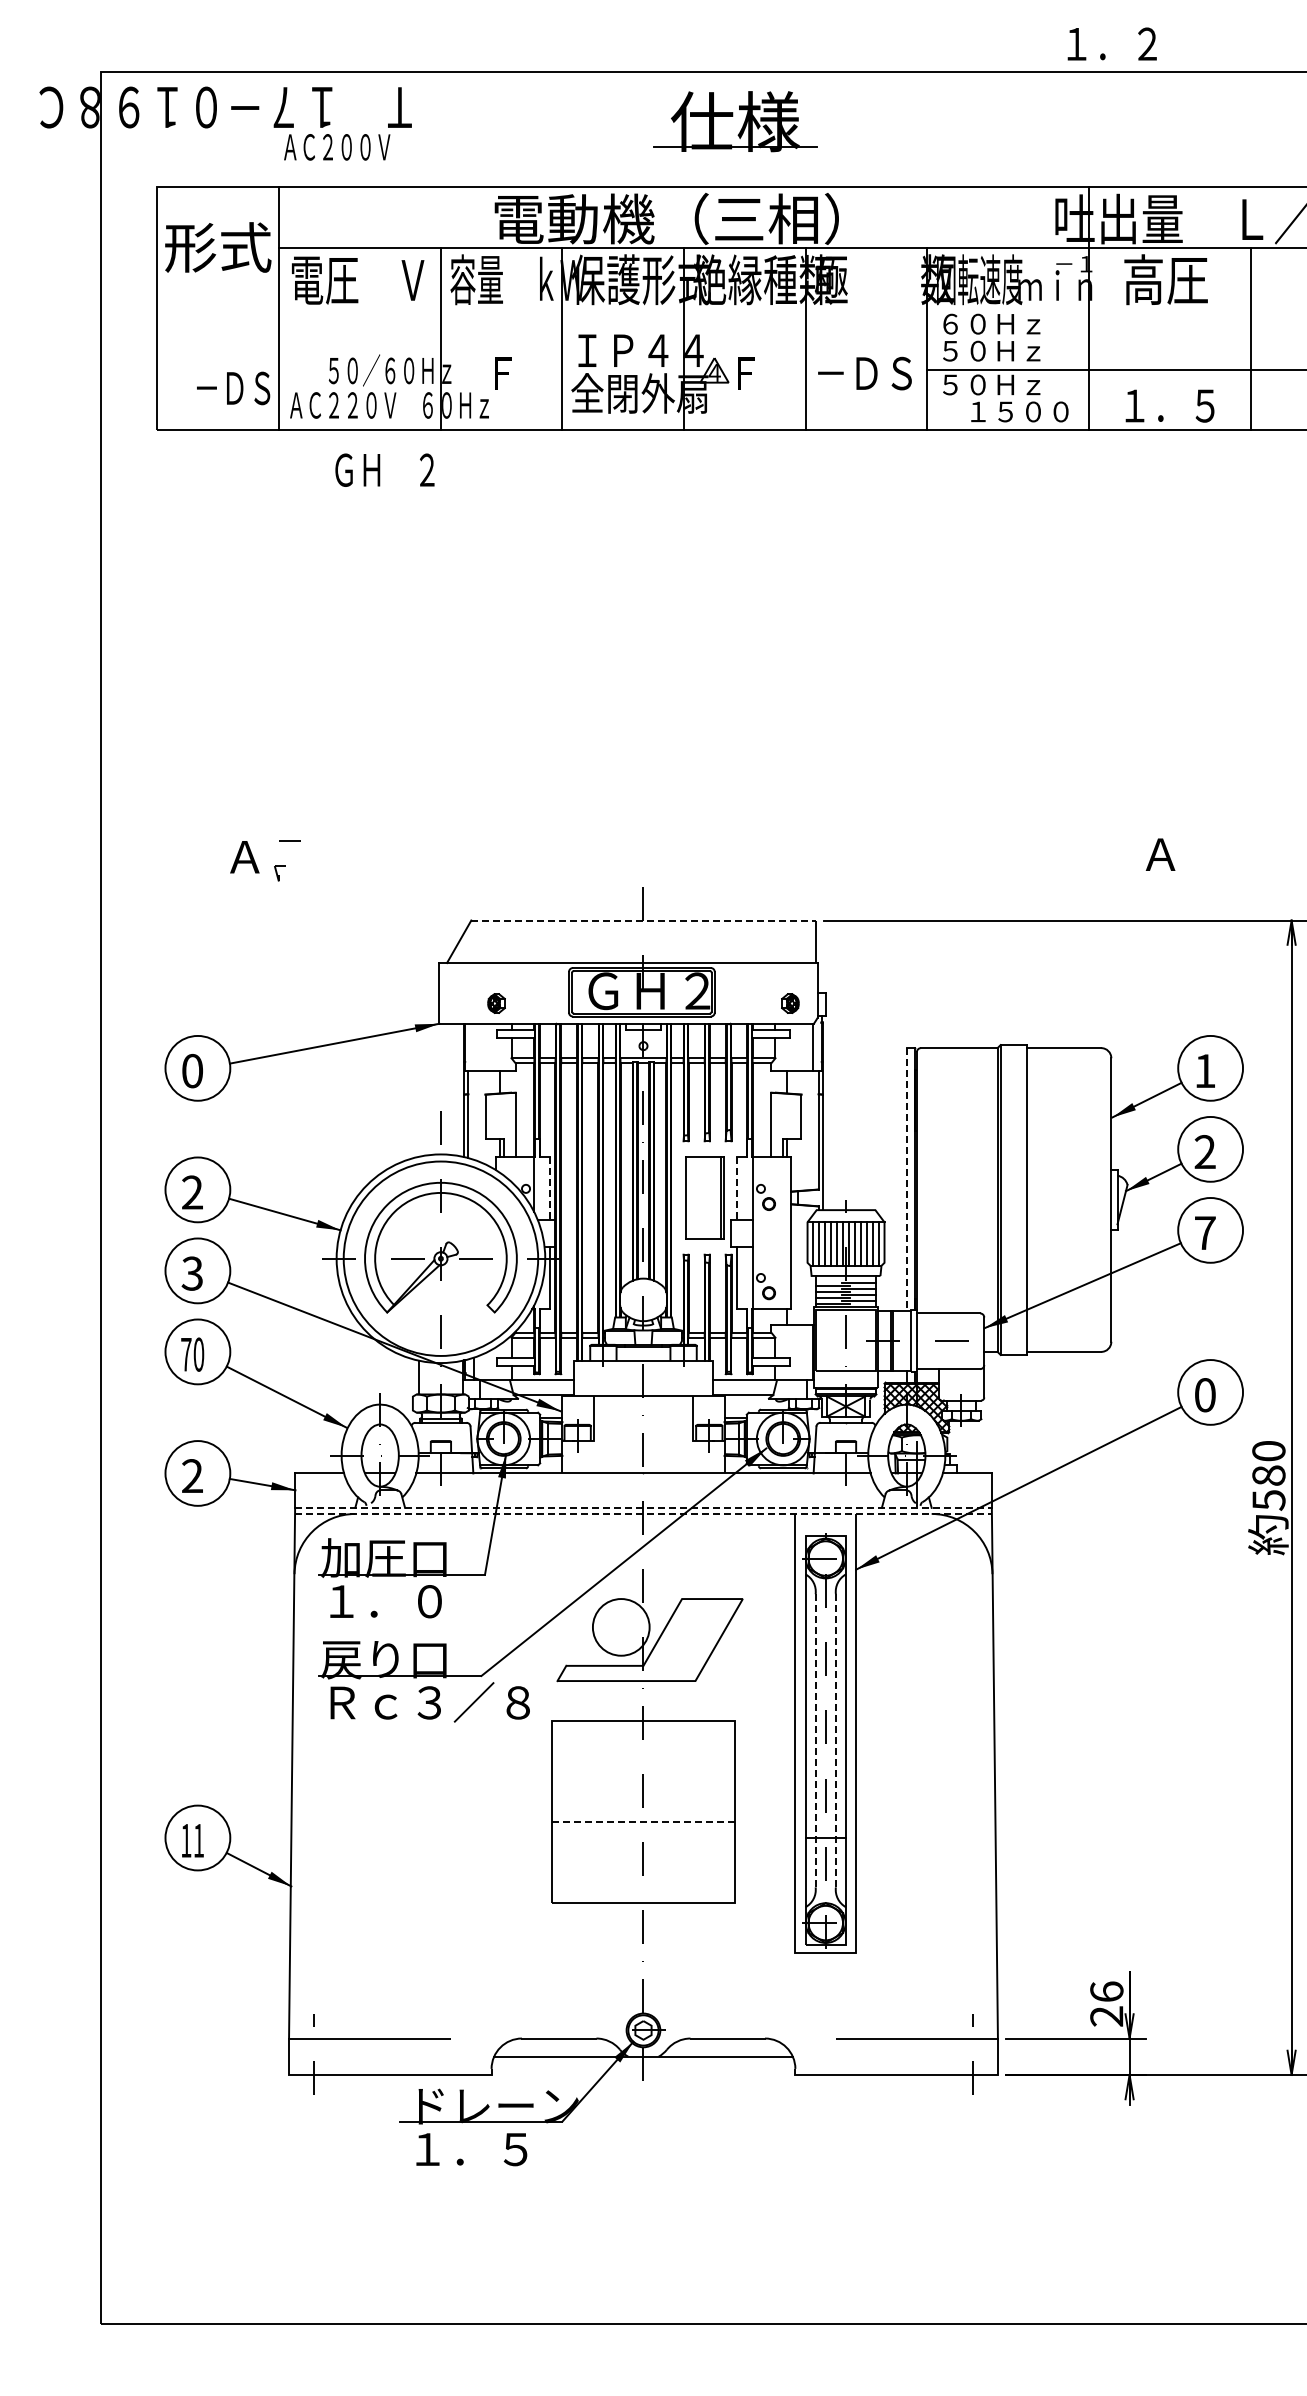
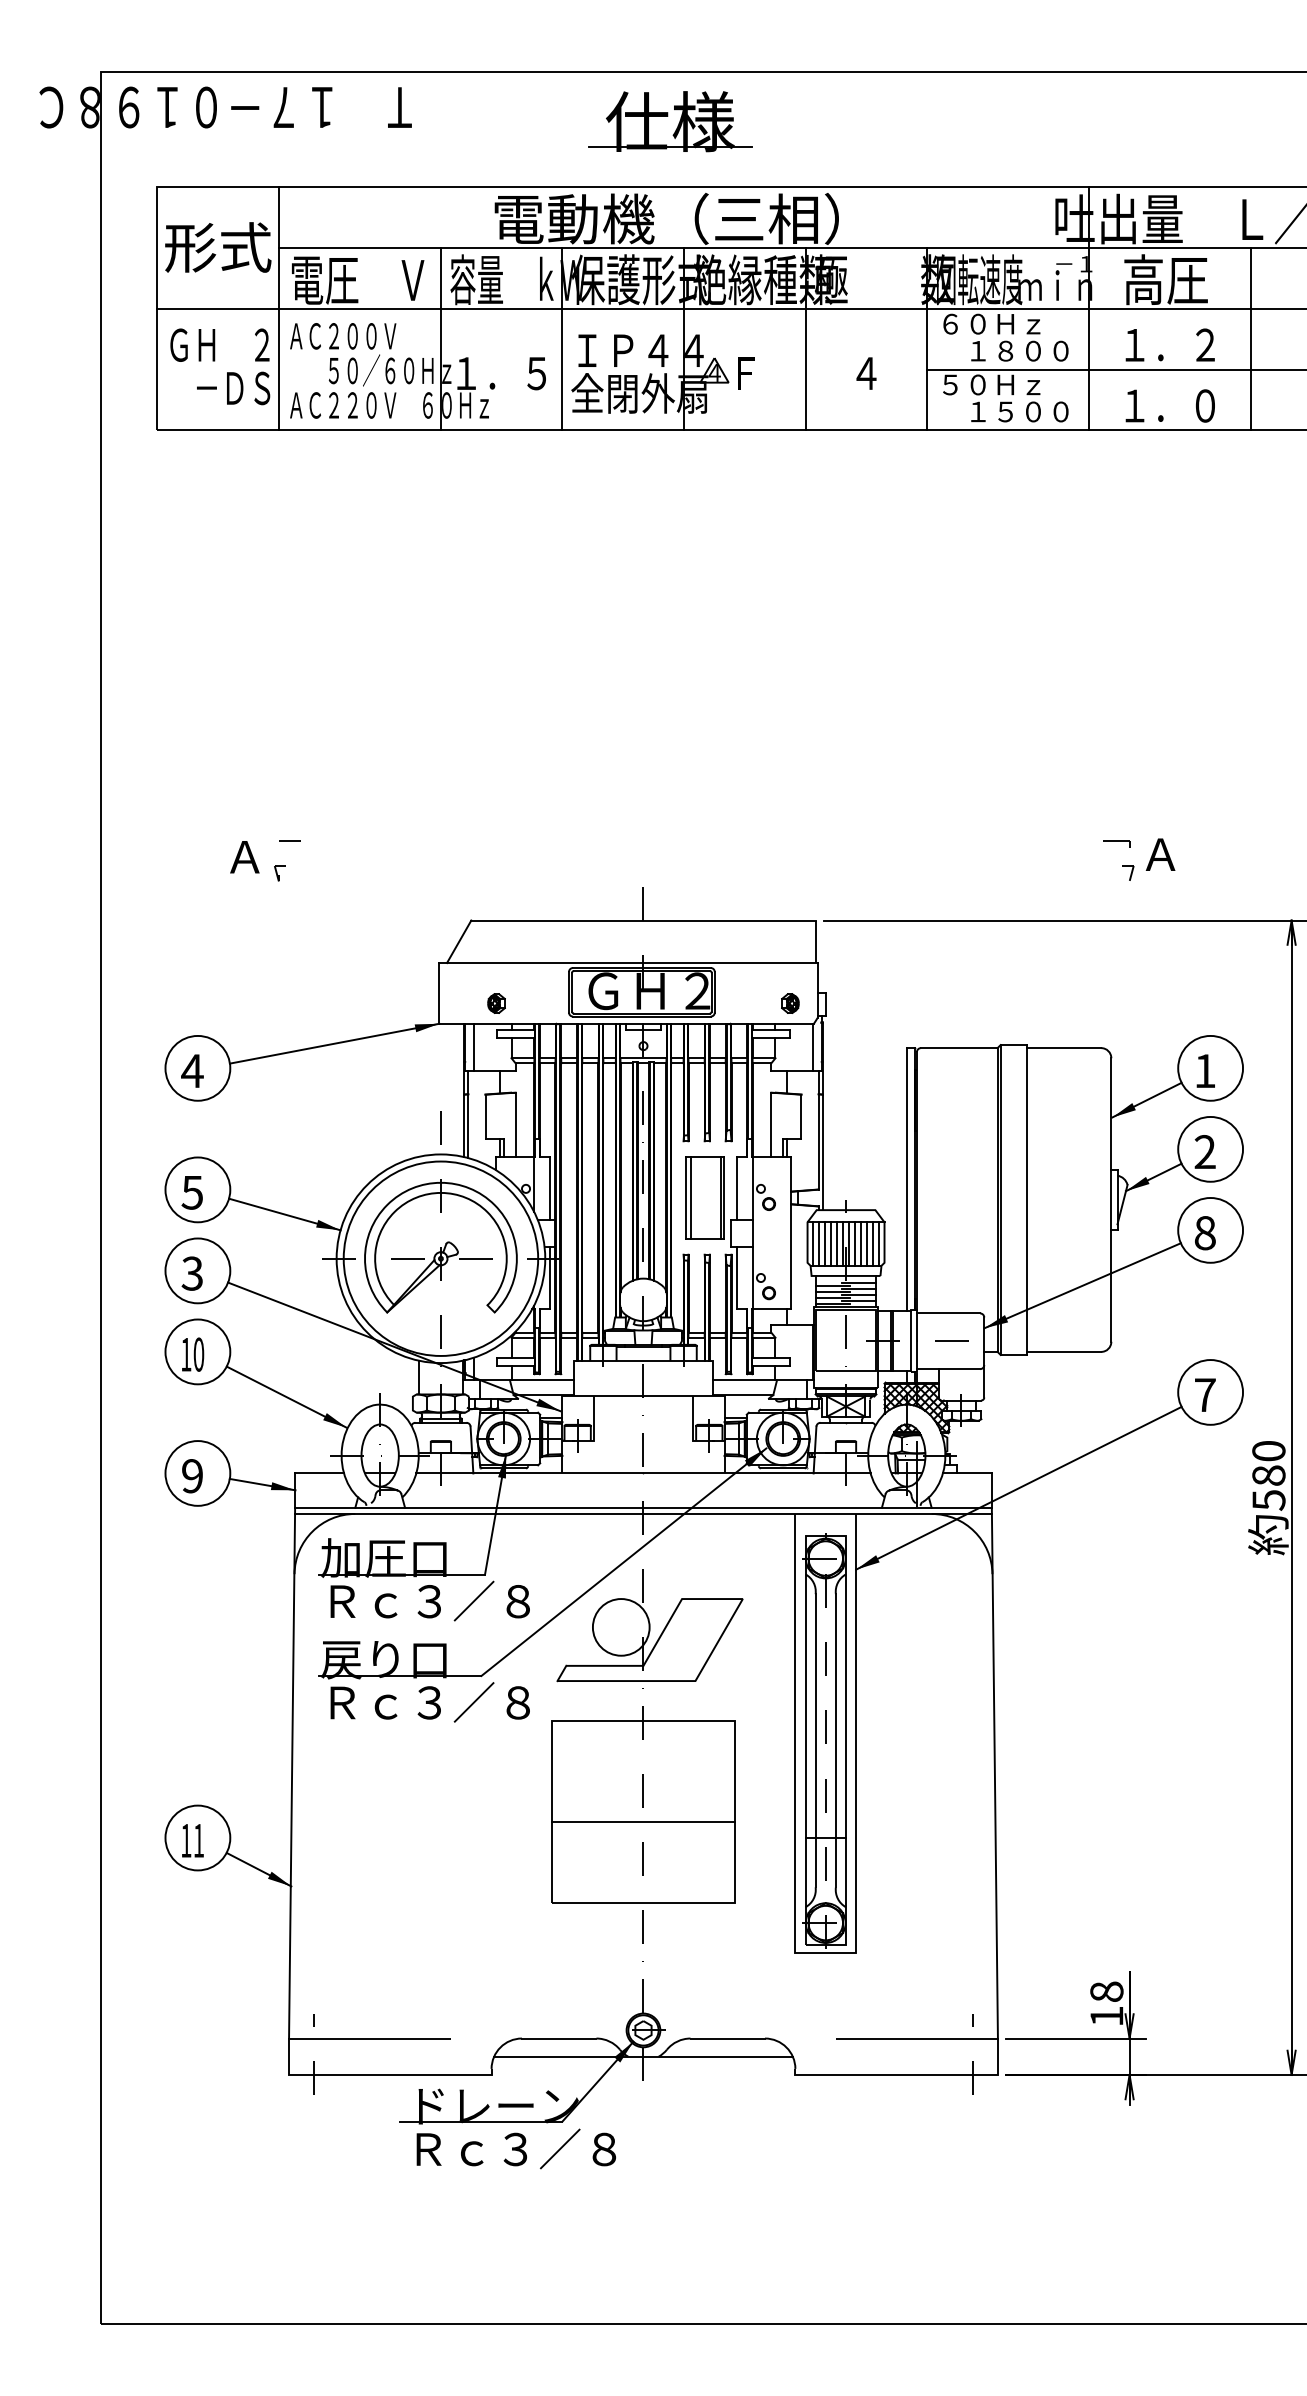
text at (1111, 43) position: (1111, 43) -> (1169, 344)
part at (735, 121) position: (735, 121) -> (670, 121)
text at (337, 147) position: (337, 147) -> (343, 336)
line at (730, 308): none -> present
text at (1005, 350): ５０Ｈｚ -> １８００
text at (501, 373): Ｆ -> １．５
text at (864, 373): －ＤＳ -> ４
text at (1204, 405): １．５ -> １．０
text at (384, 469) position: (384, 469) -> (219, 344)
line at (1122, 865): none -> present
line at (643, 920): dashed -> solid
line at (474, 1047): none -> present
text at (192, 1070): 0 -> 4
line at (906, 1179): dashed -> solid
line at (550, 1189): dashed -> solid
line at (736, 1189): dashed -> solid
text at (191, 1192): 2 -> 5
line at (690, 1197): none -> present
text at (1204, 1233): 7 -> 8
text at (186, 1354): 70 -> 10
text at (1205, 1395): 0 -> 7
text at (192, 1476): 2 -> 9
line at (643, 1507): dashed -> solid
line at (643, 1513): dashed -> solid
text at (429, 1600): １．０ -> Ｒｃ３／８
line at (815, 1740): dashed -> solid
line at (835, 1740): dashed -> solid
line at (642, 1821): dashed -> solid
text at (1106, 2003): 26 -> 18
text at (516, 2148): １．５ -> Ｒｃ３／８
